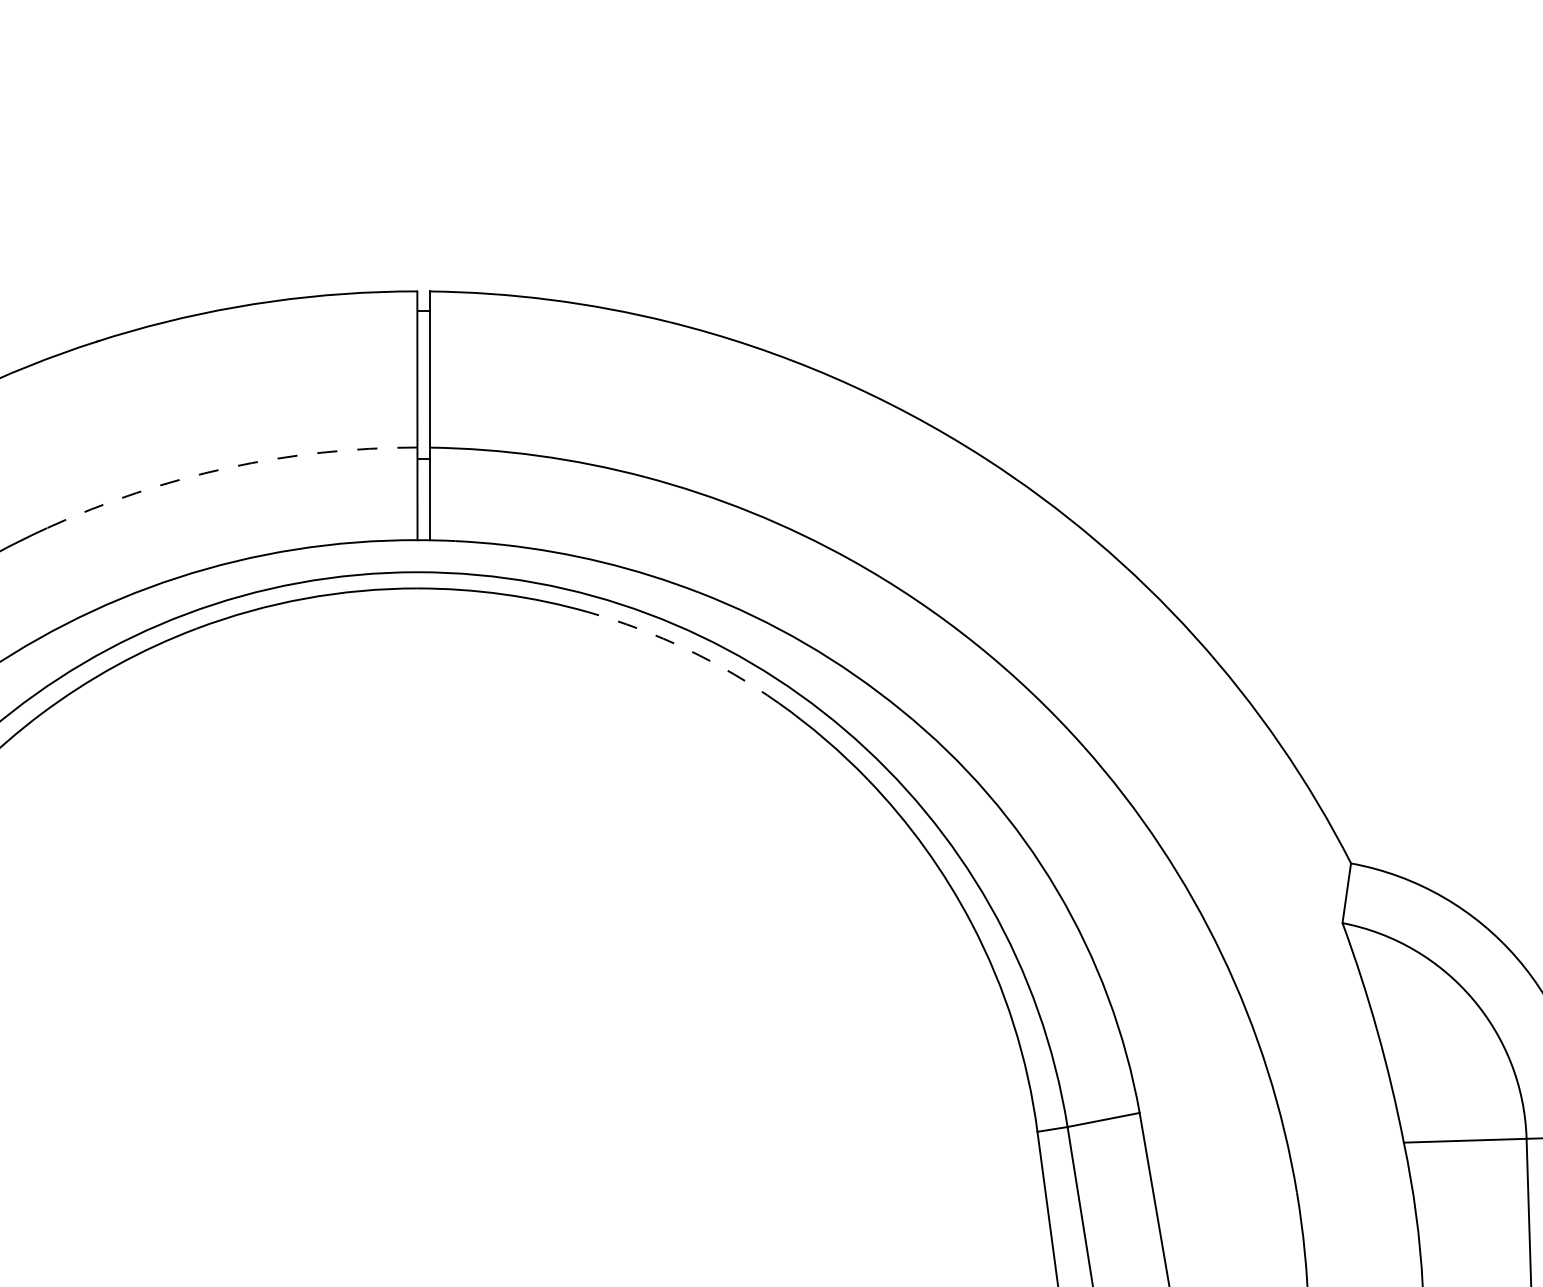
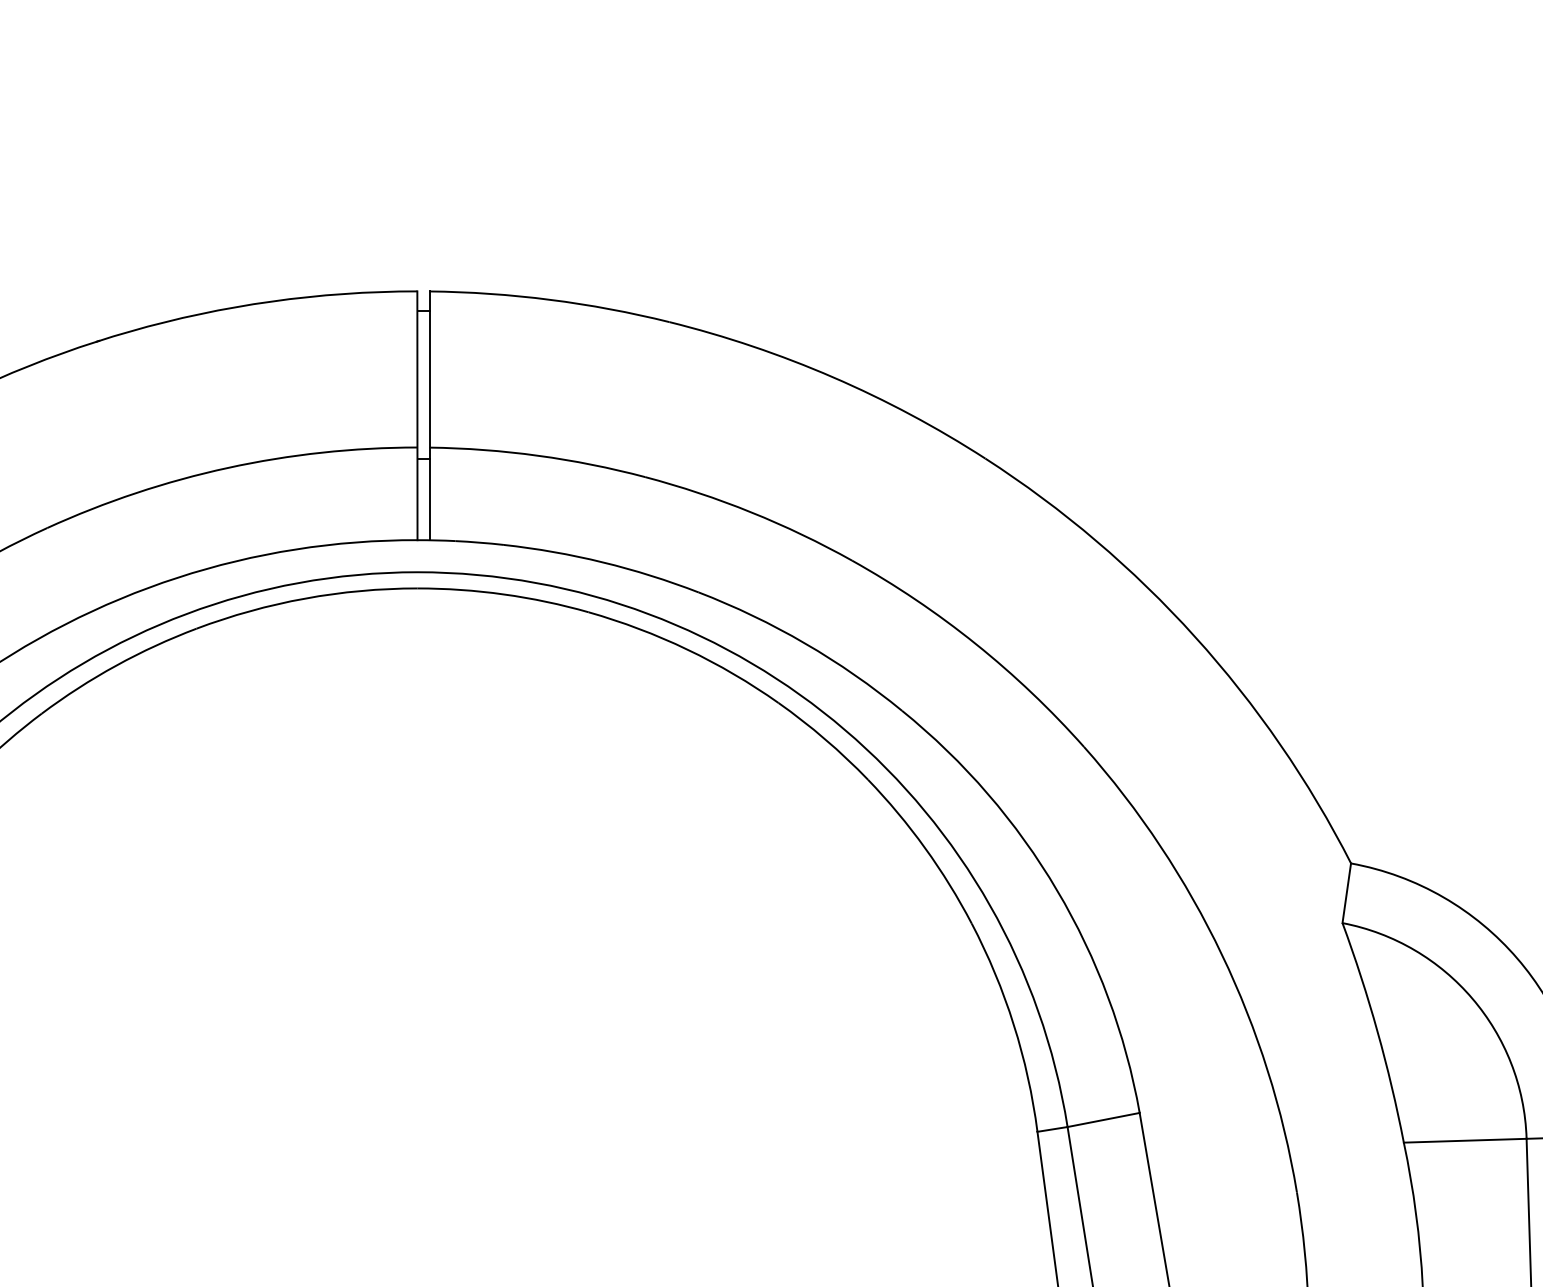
arc at (228, 467): dashed -> solid
arc at (687, 649): dashed -> solid
